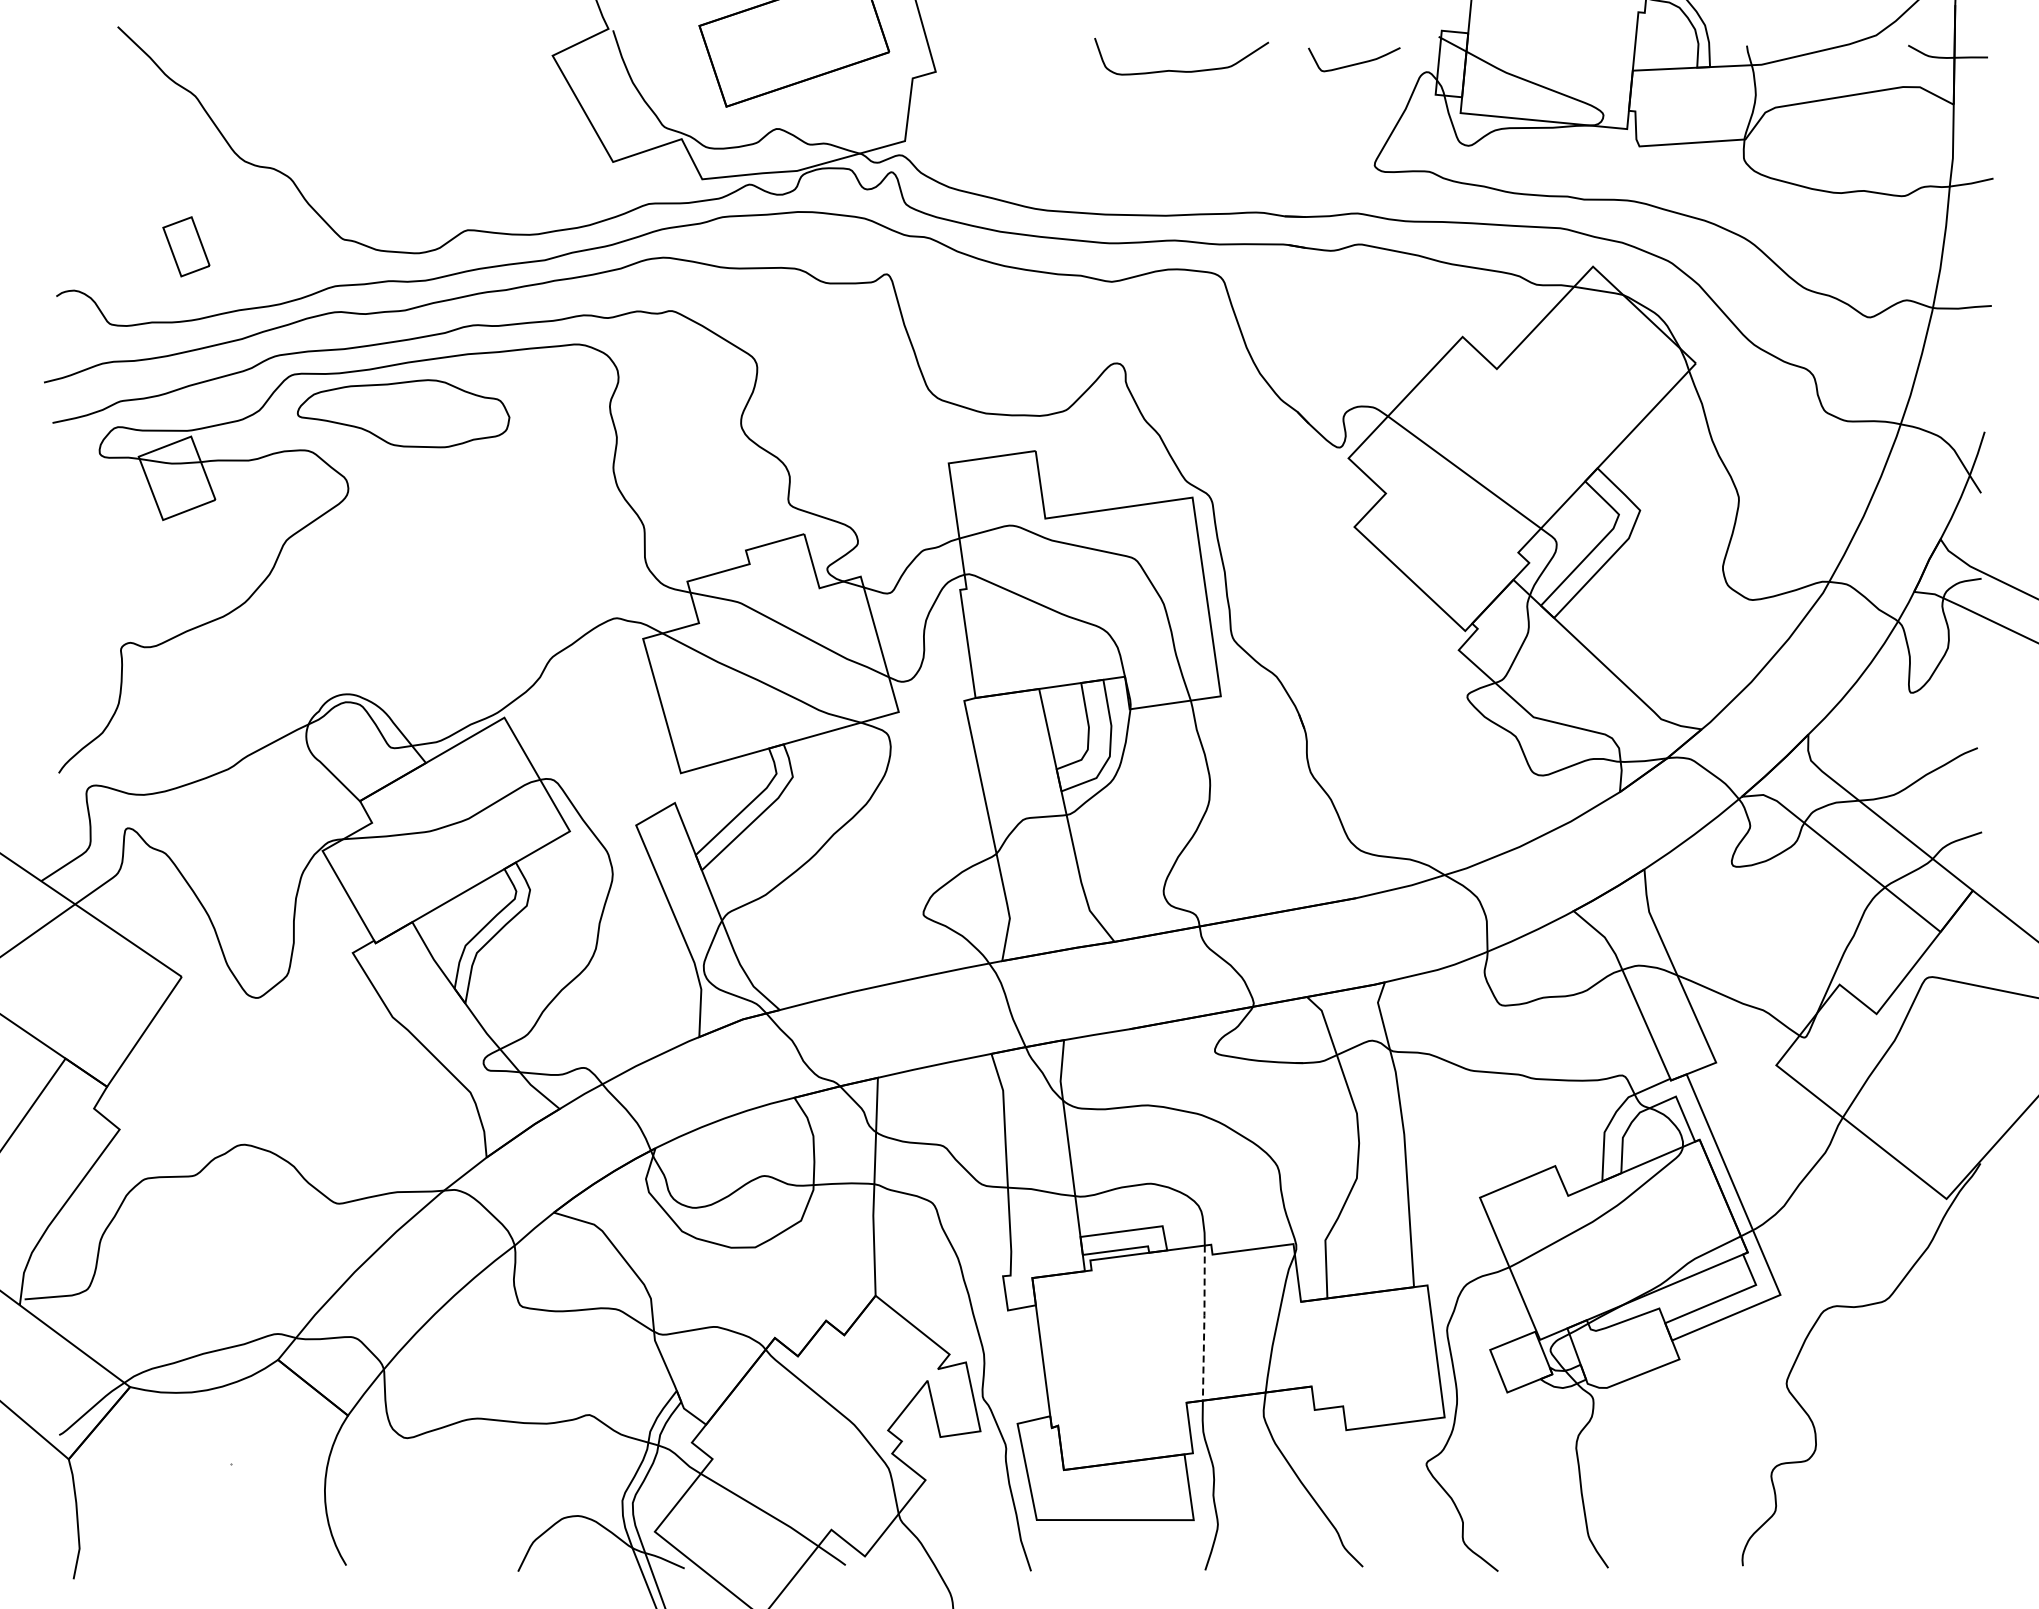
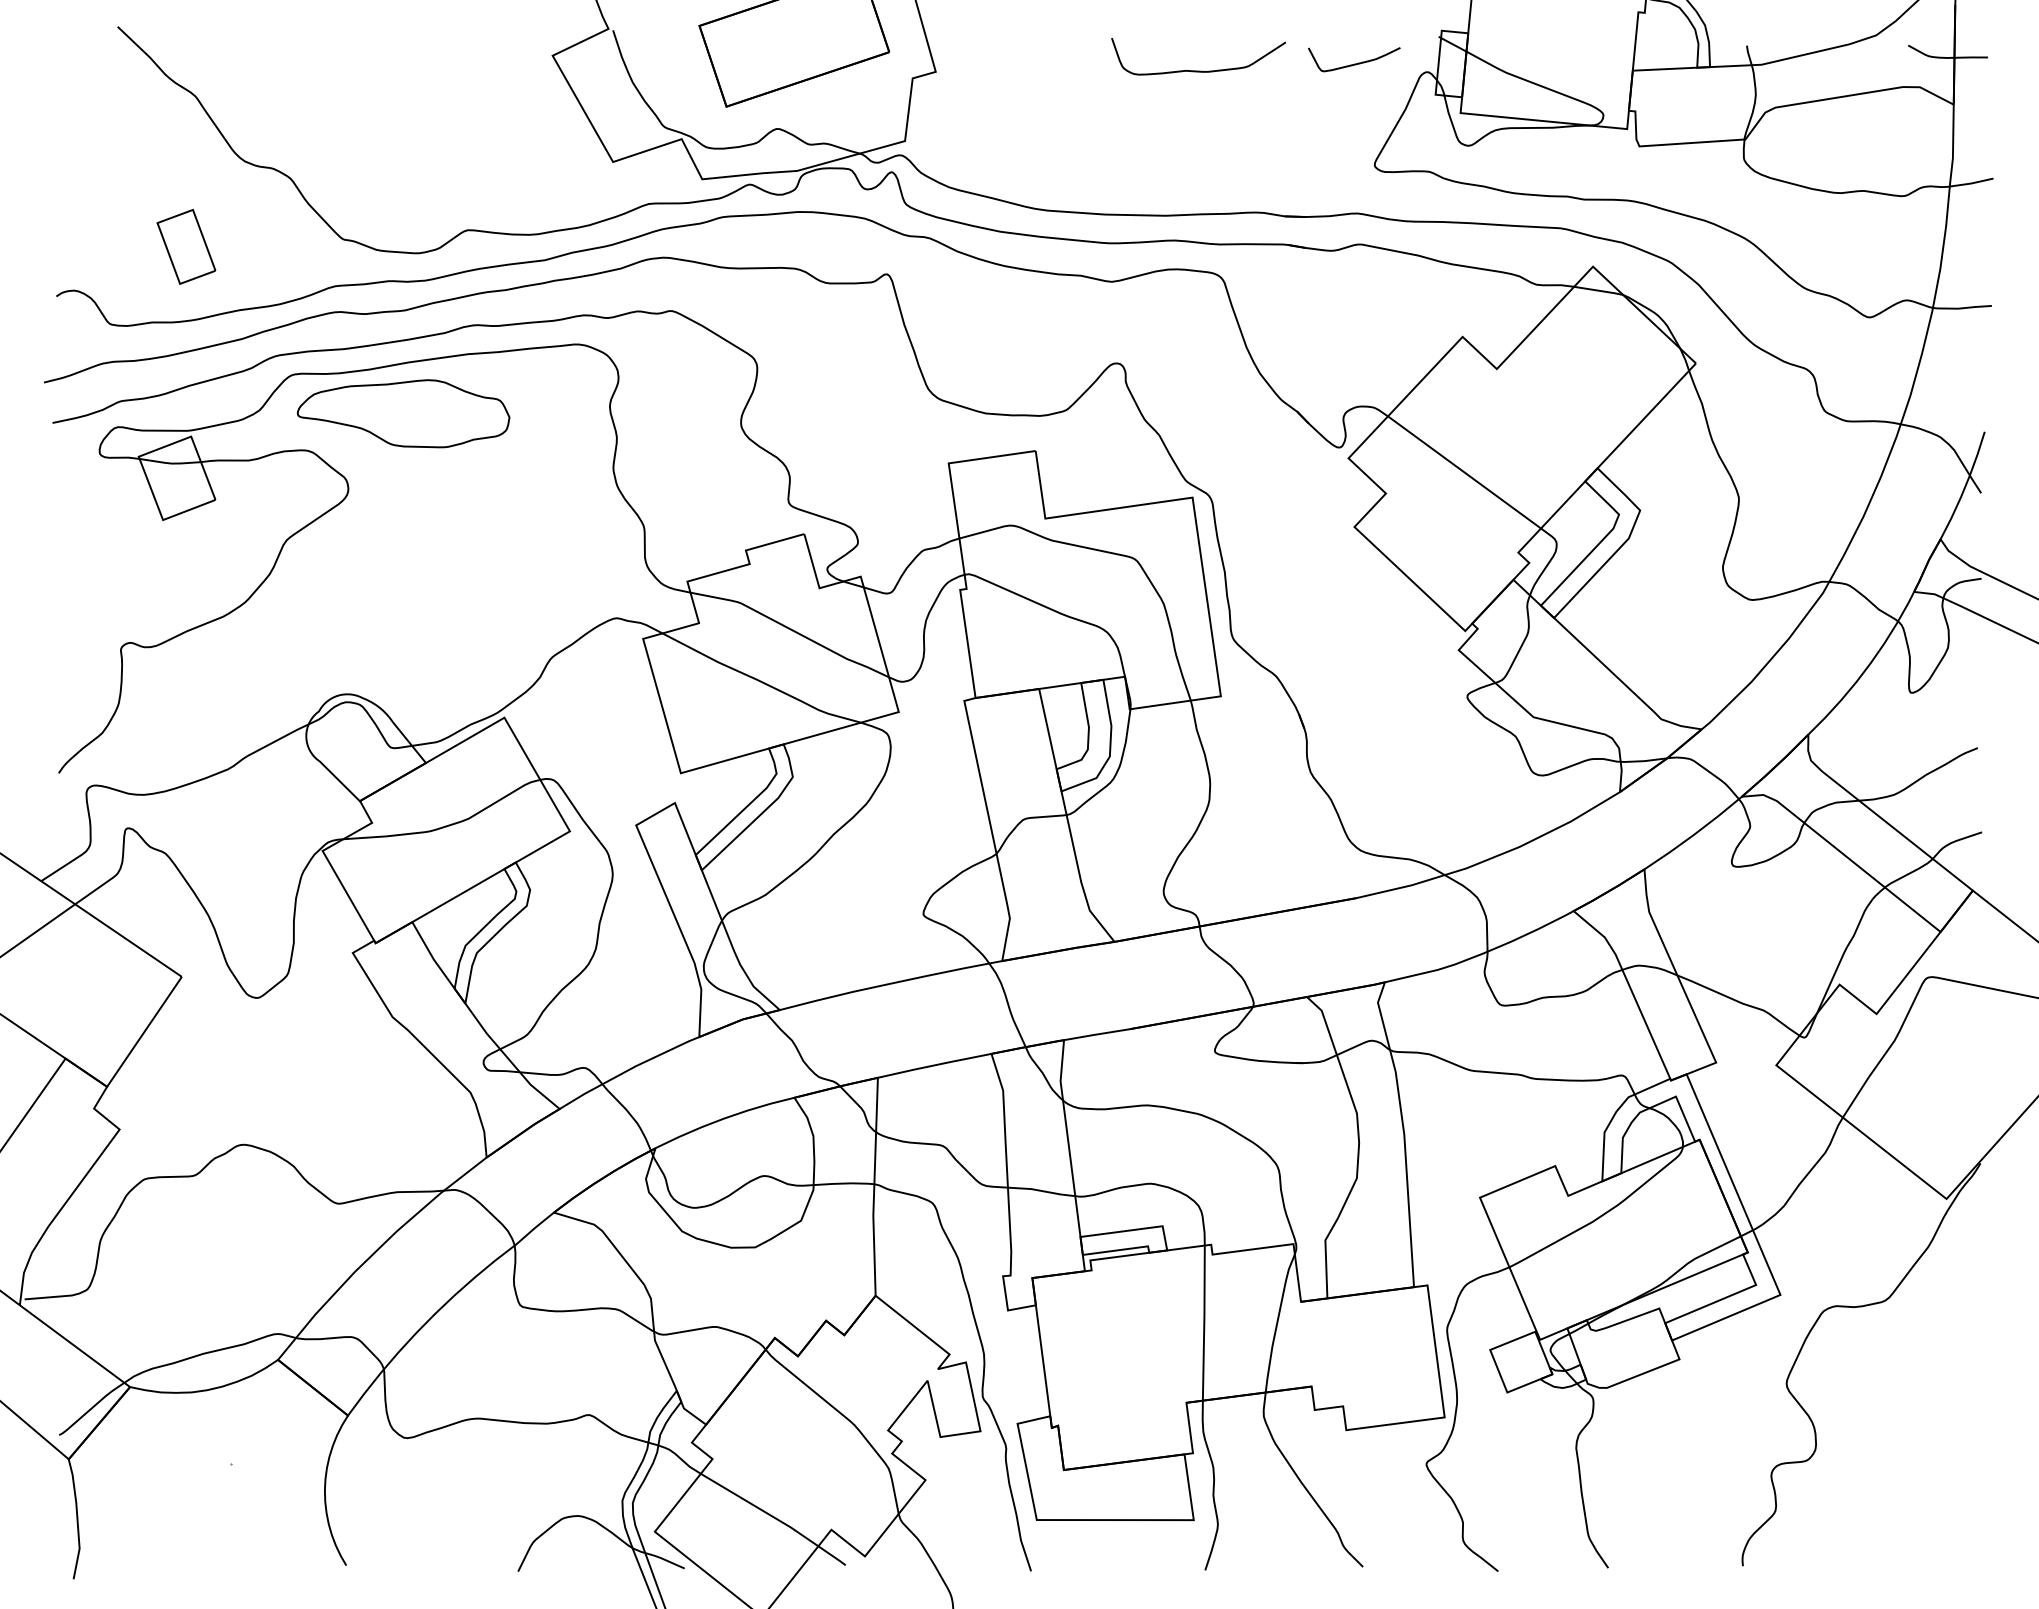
curve at (1181, 70) position: (1181, 70) -> (1198, 70)
part at (186, 246) size: 49x62 px -> 61x77 px
line at (1204, 1323): dashed -> solid
